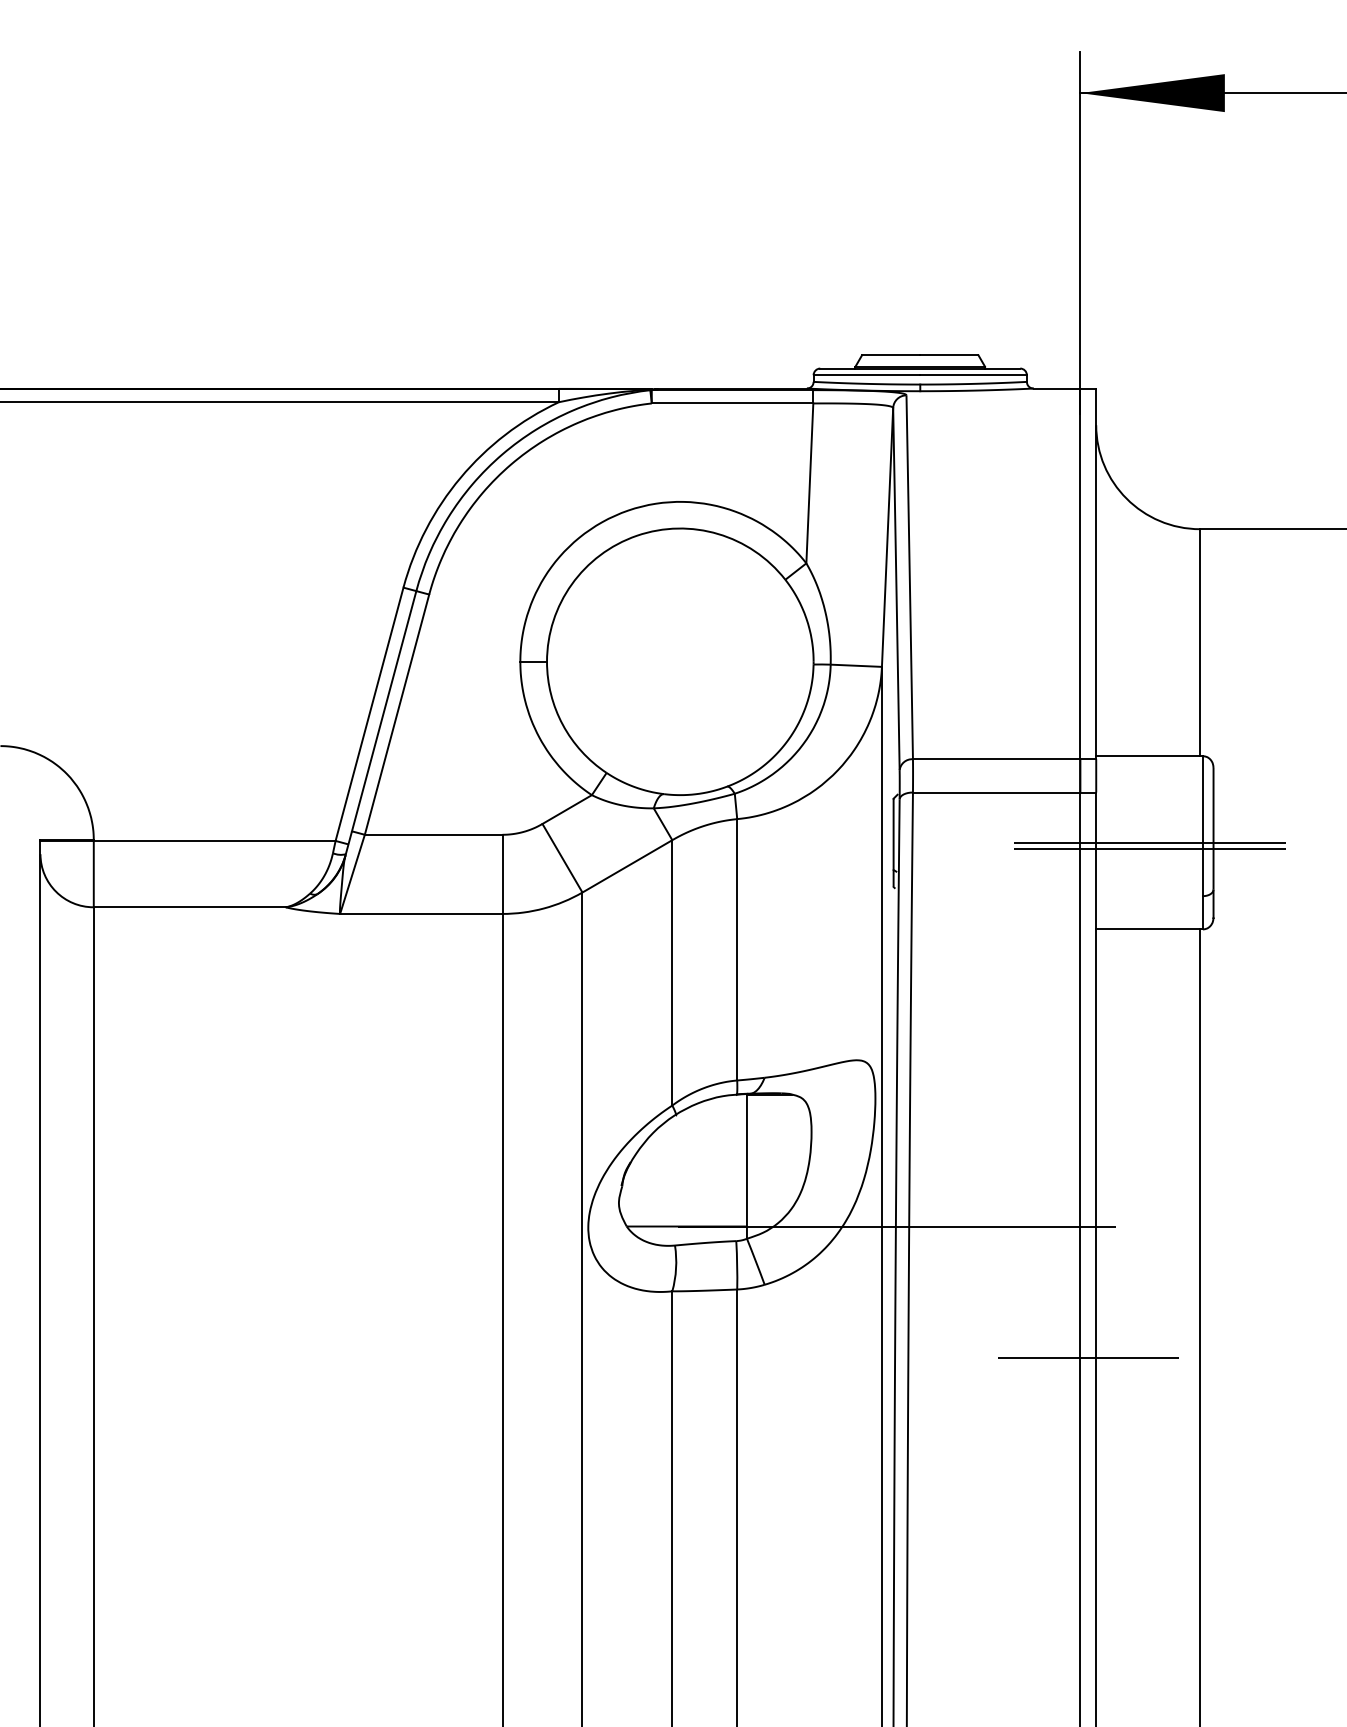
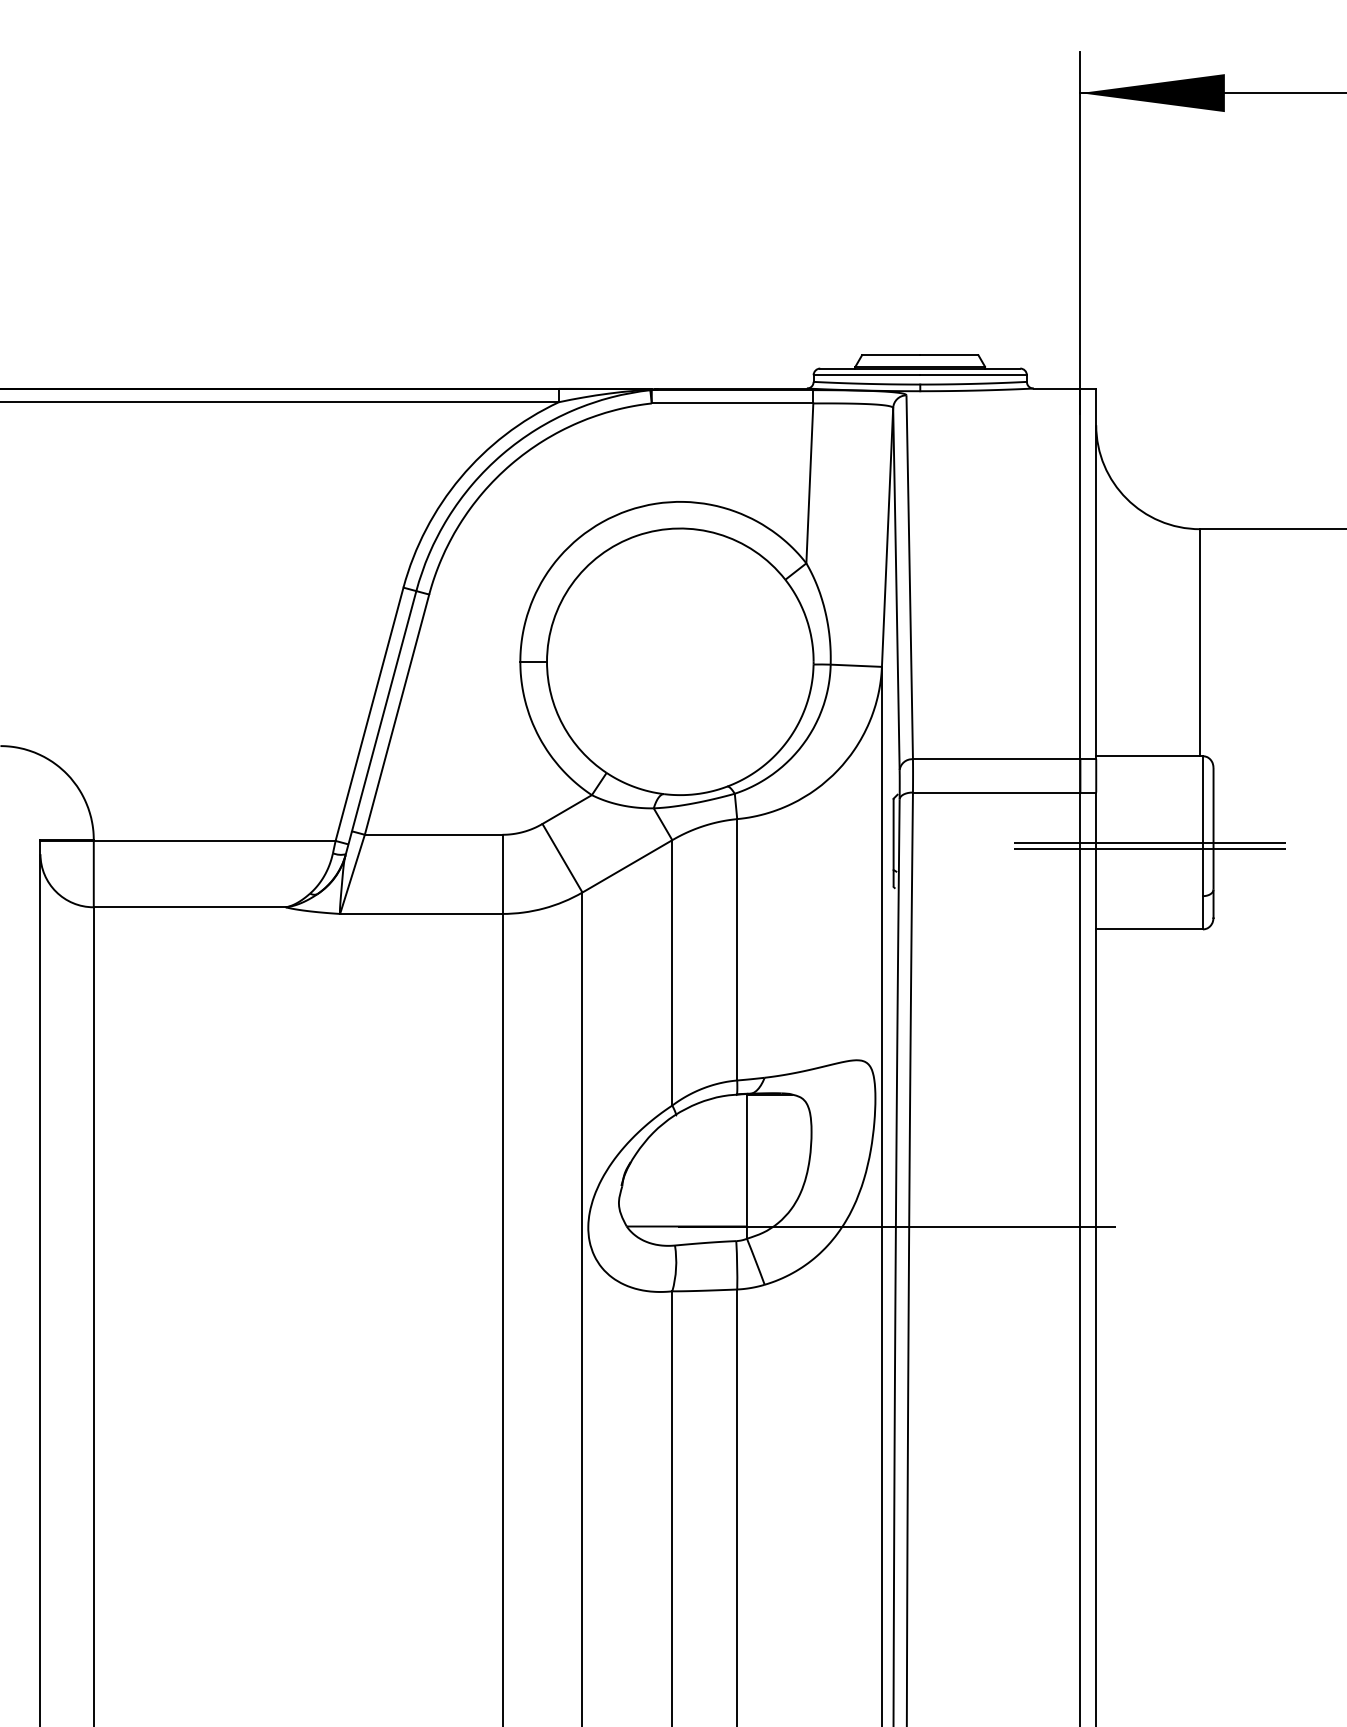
line at (1200, 1326): present -> none
line at (1087, 1357): present -> none
